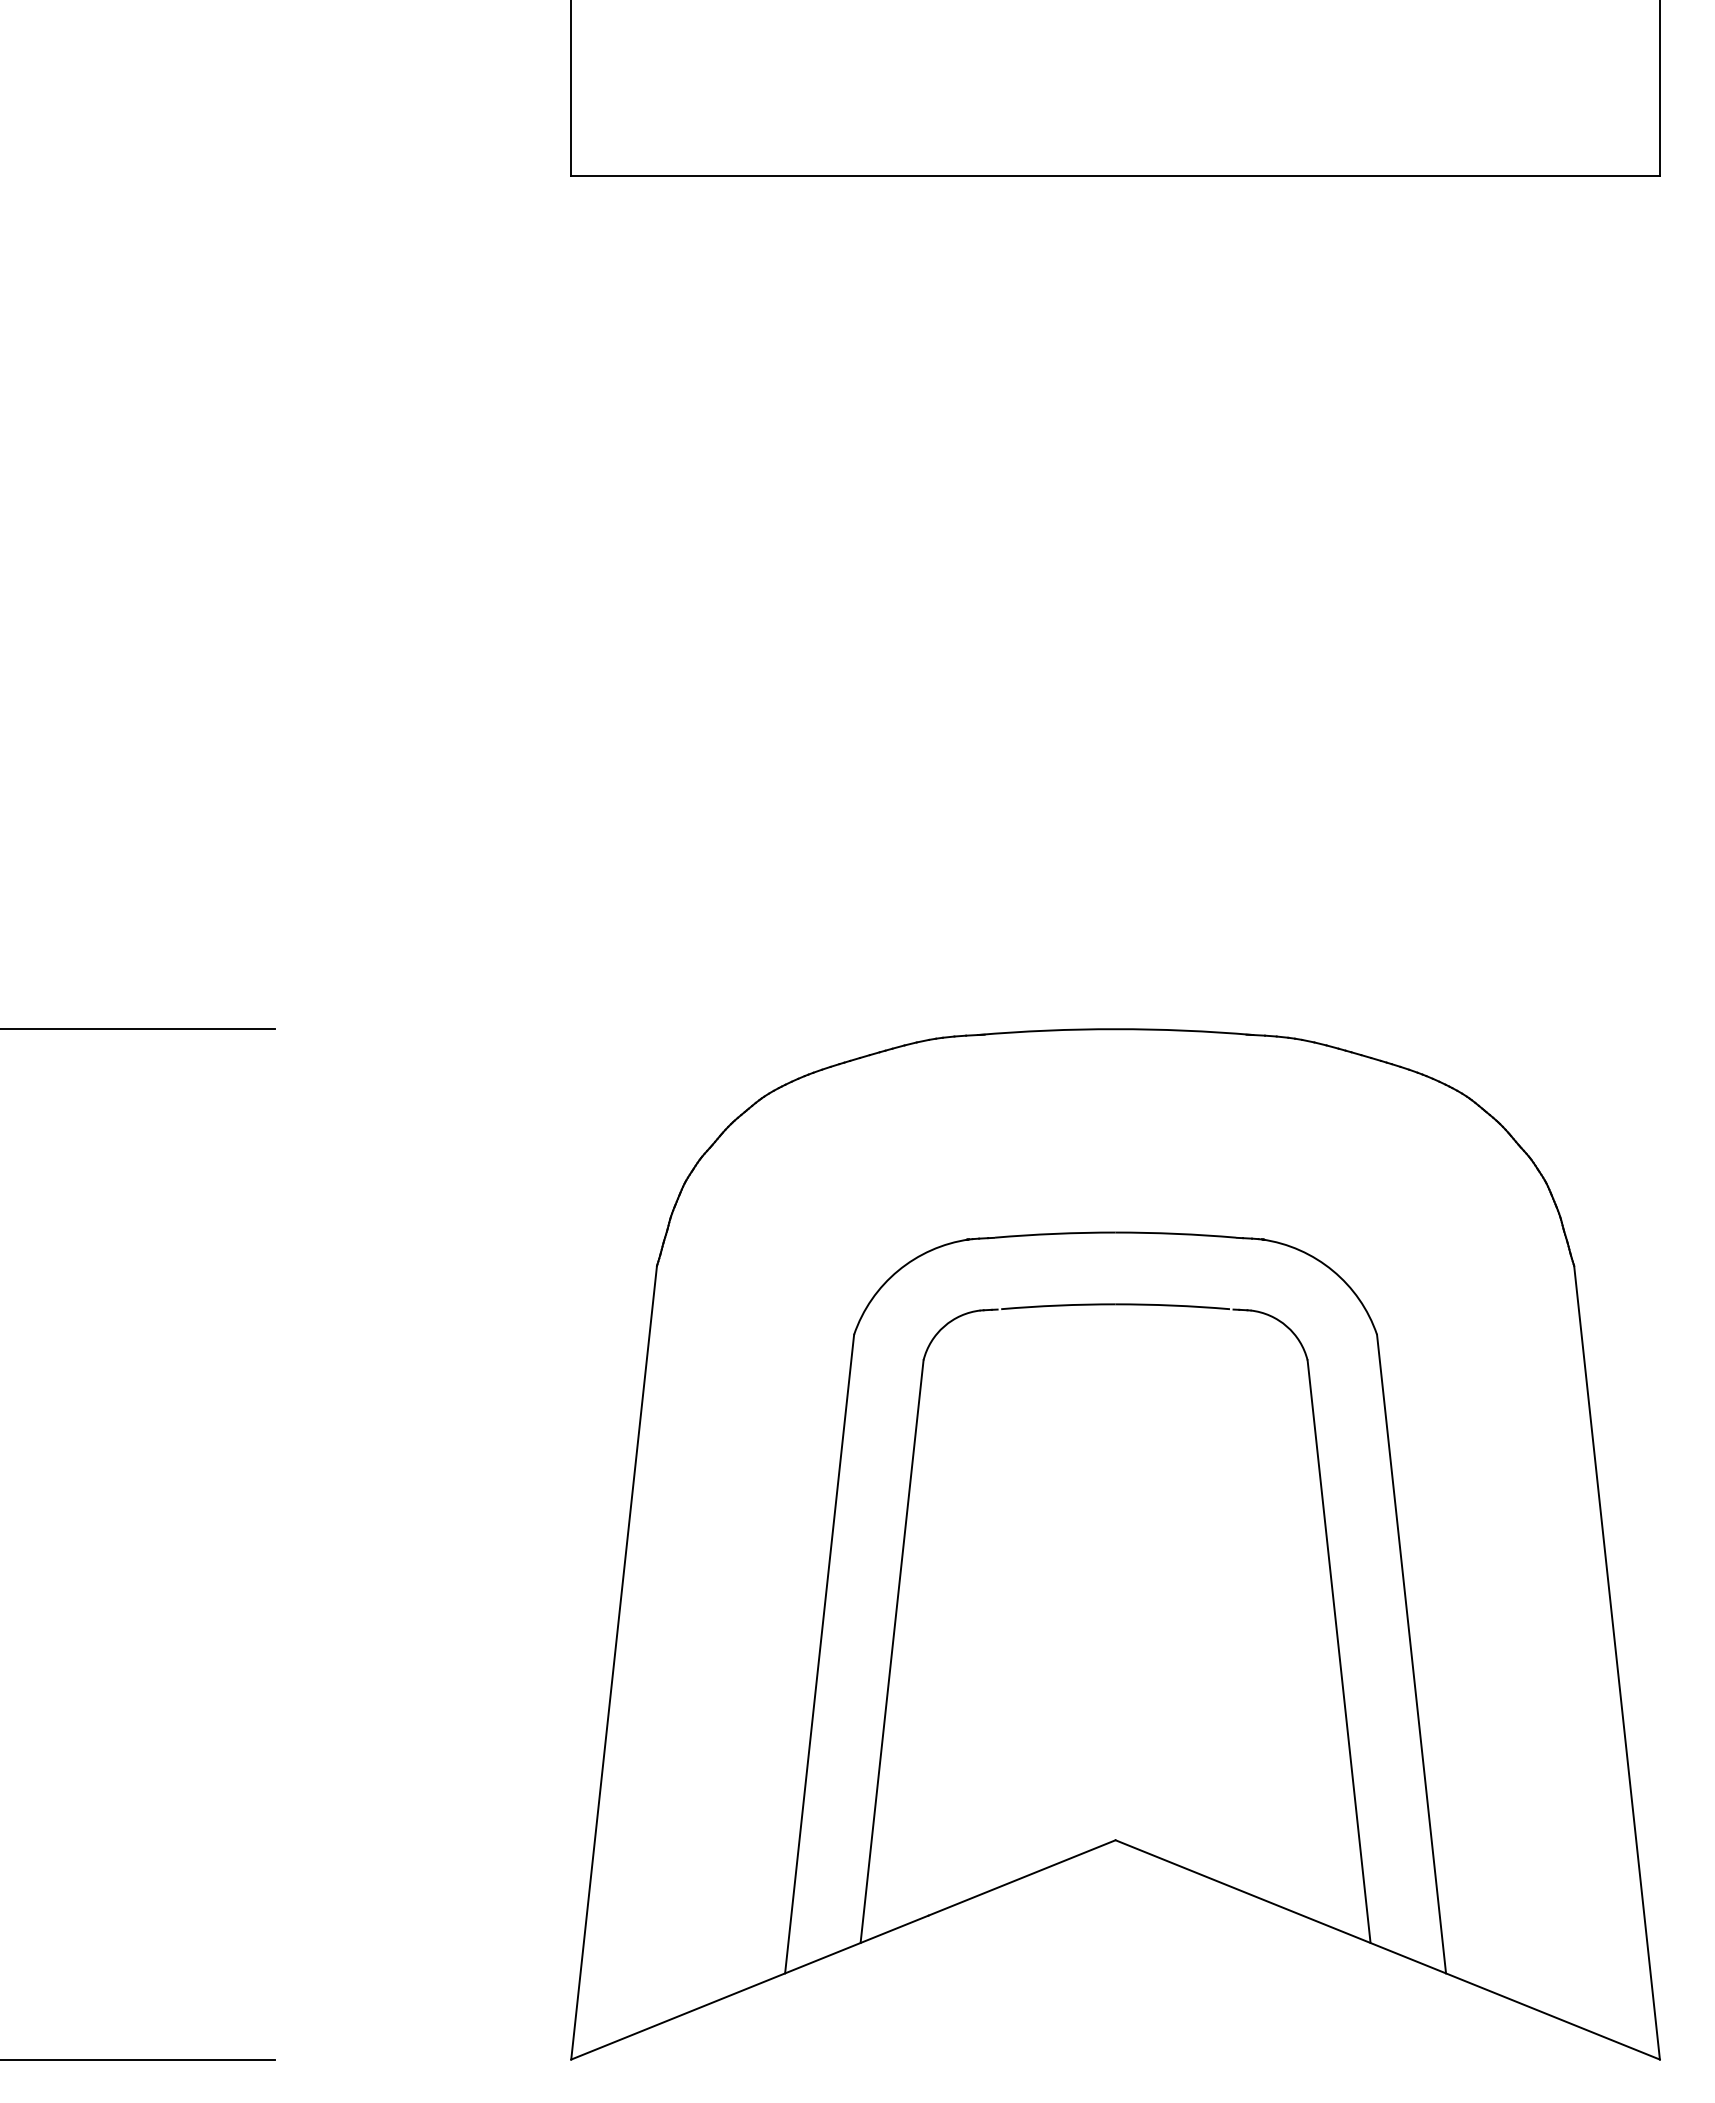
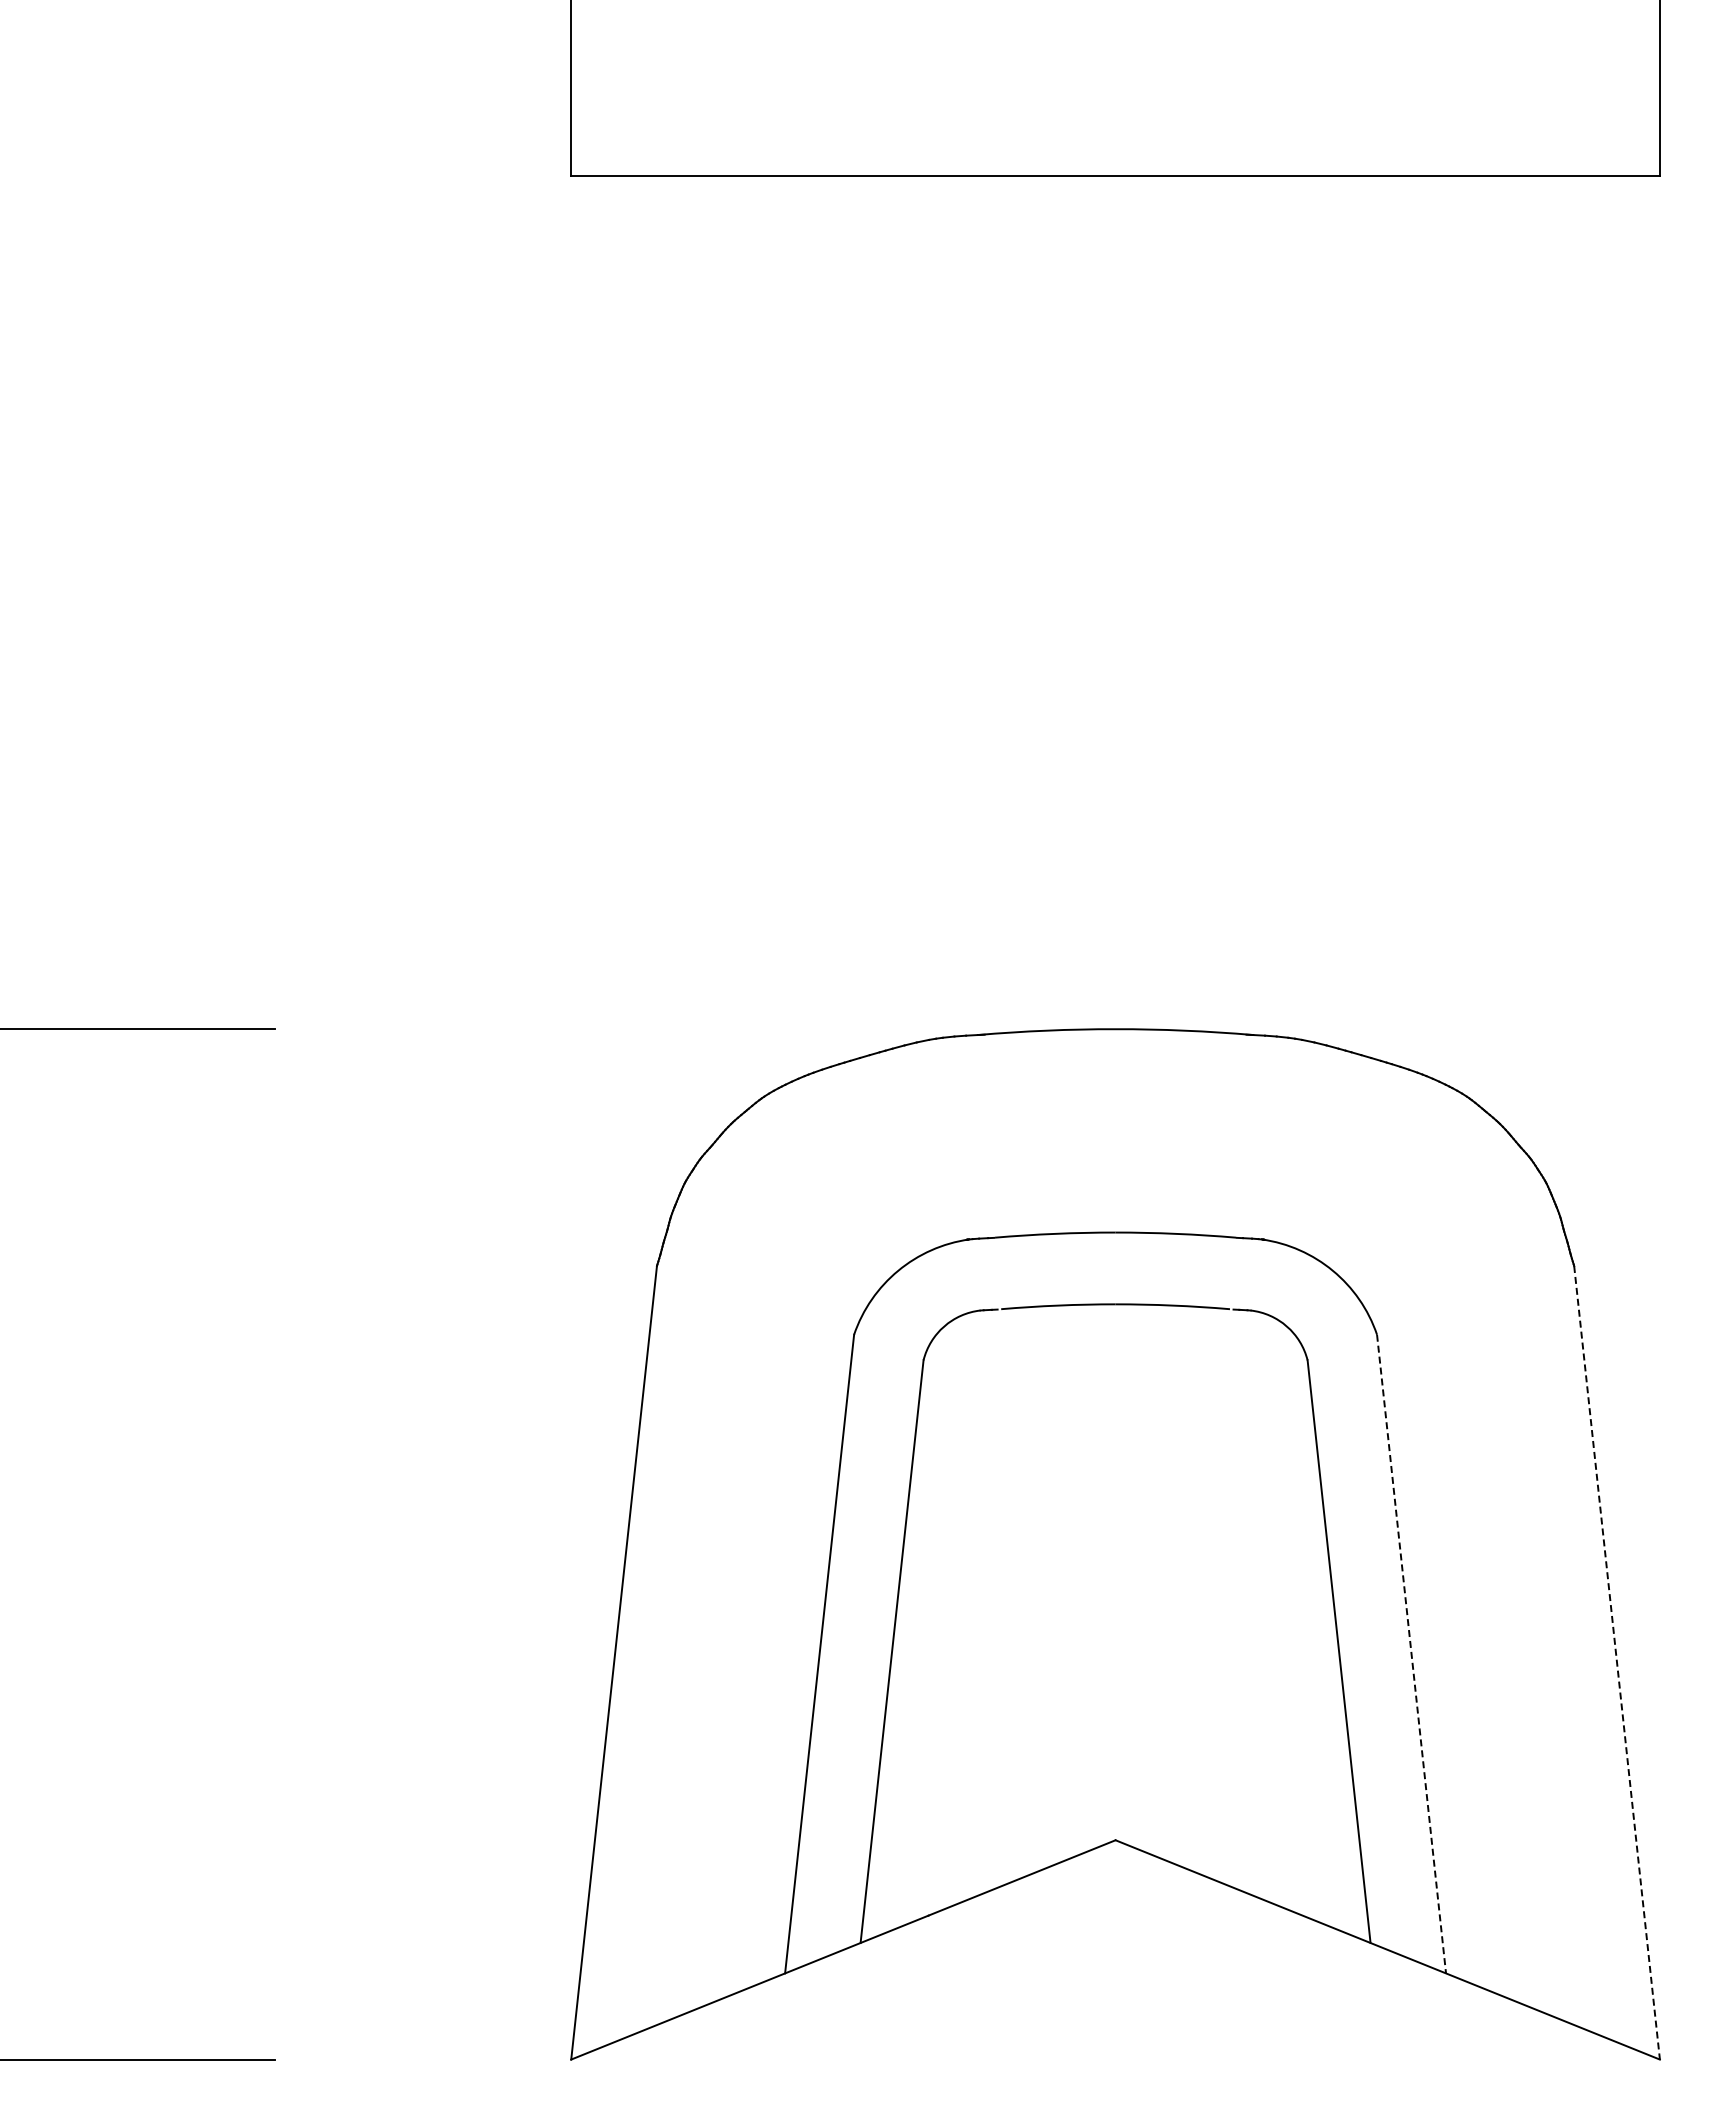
line at (1411, 1654): solid -> dashed
line at (1617, 1663): solid -> dashed
